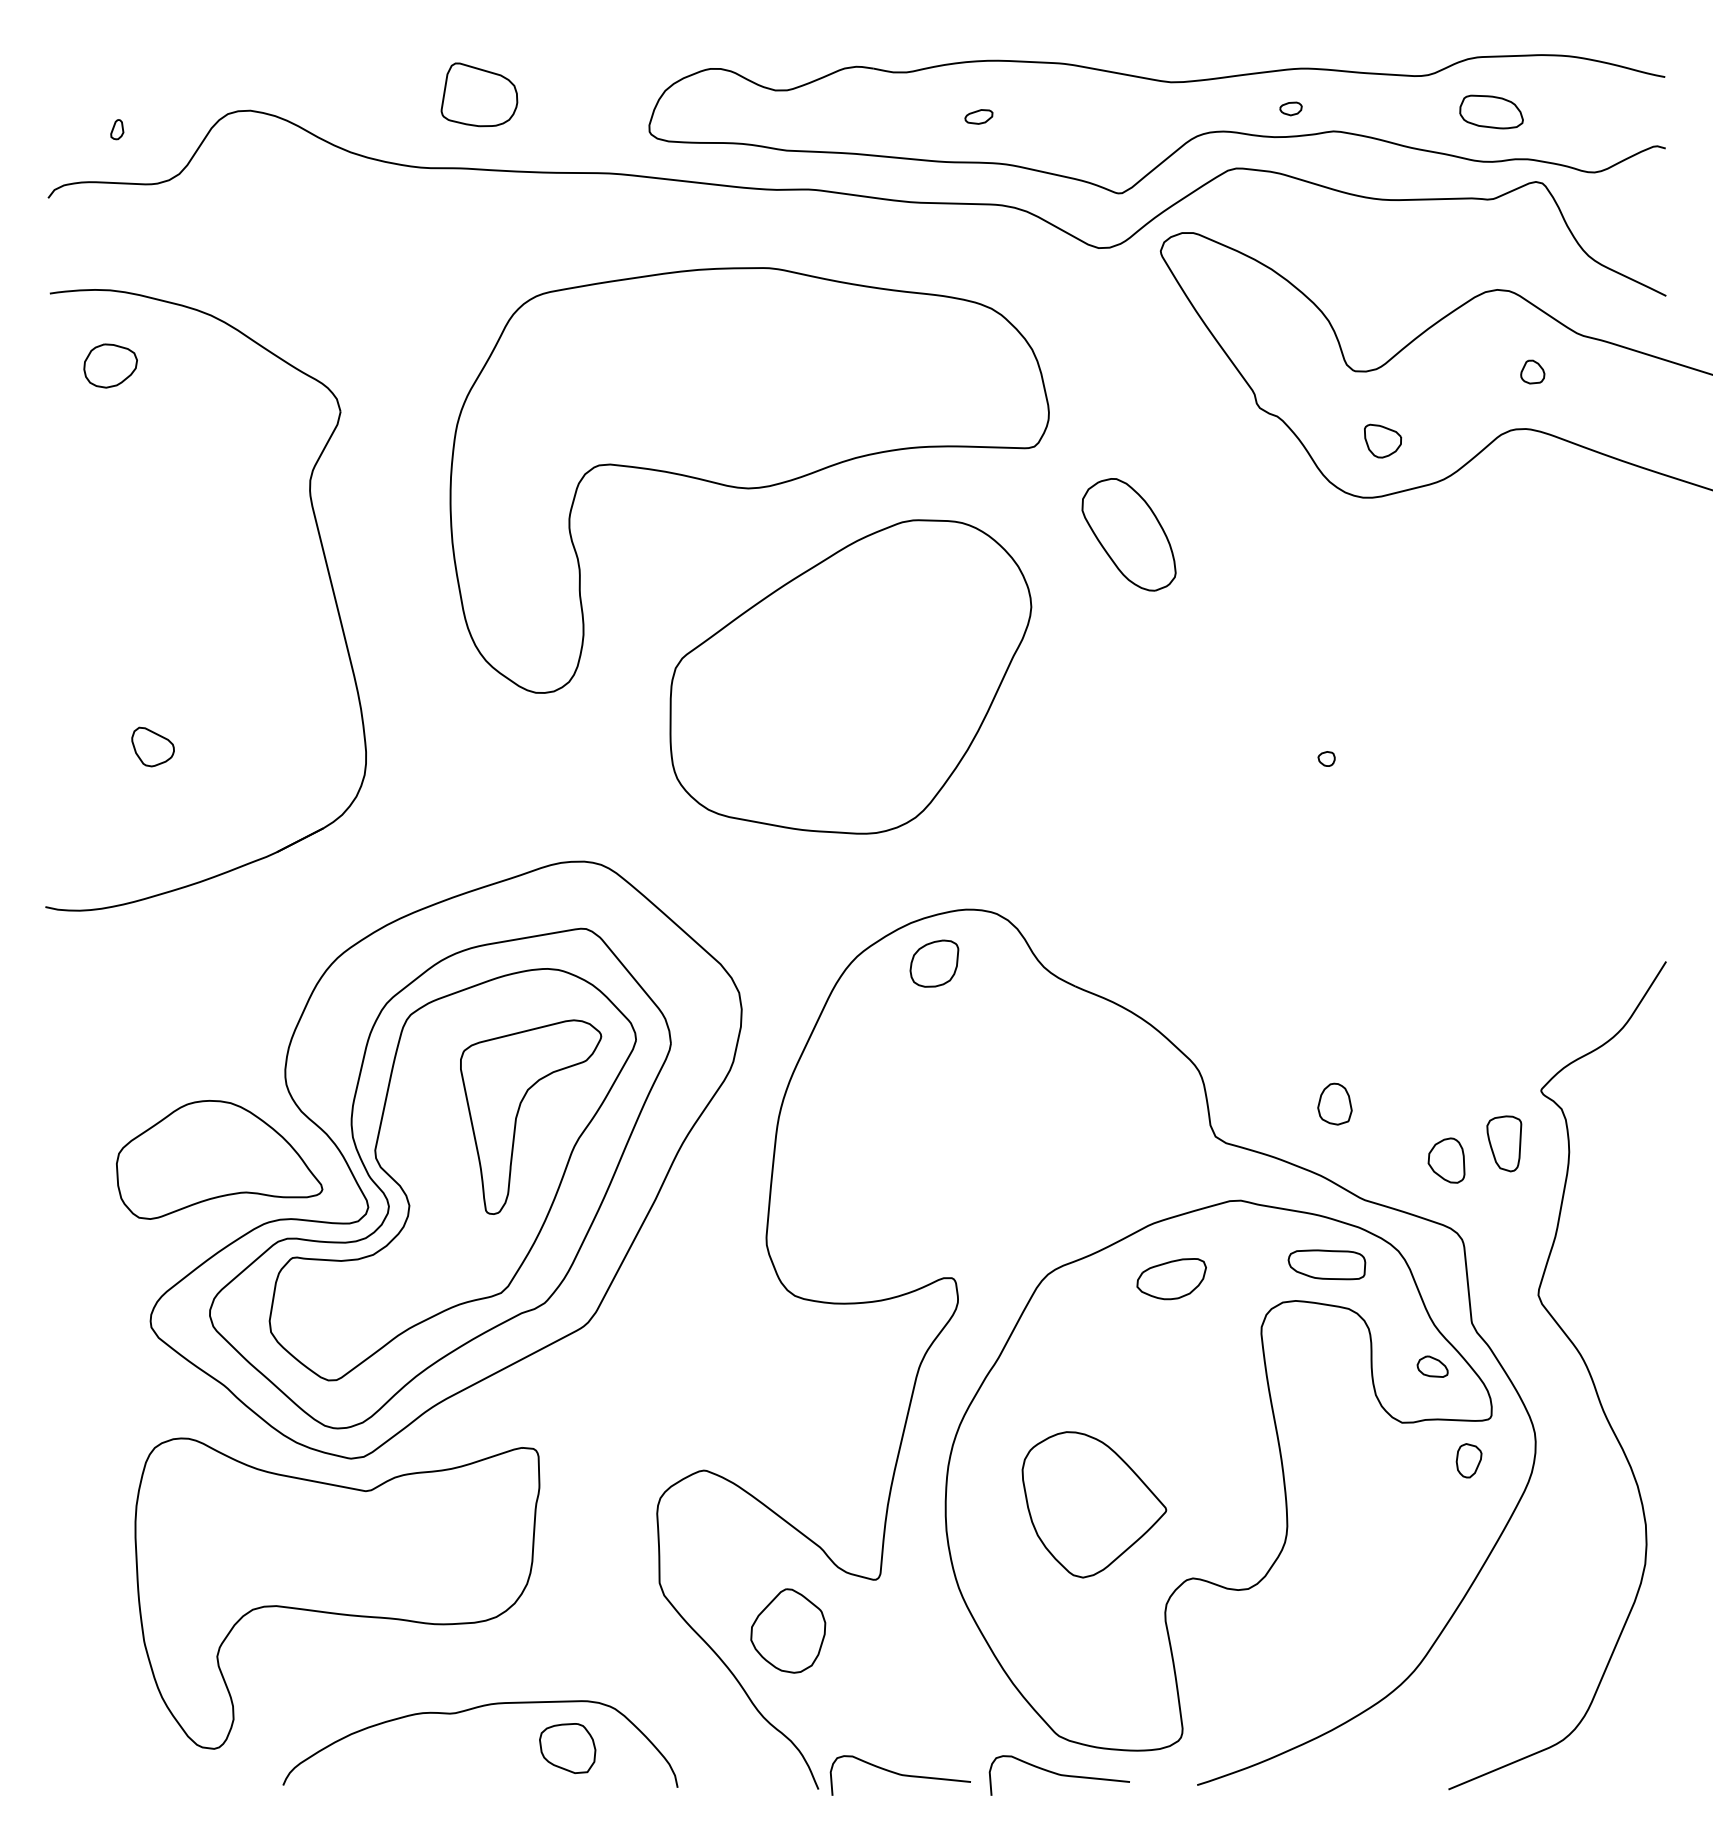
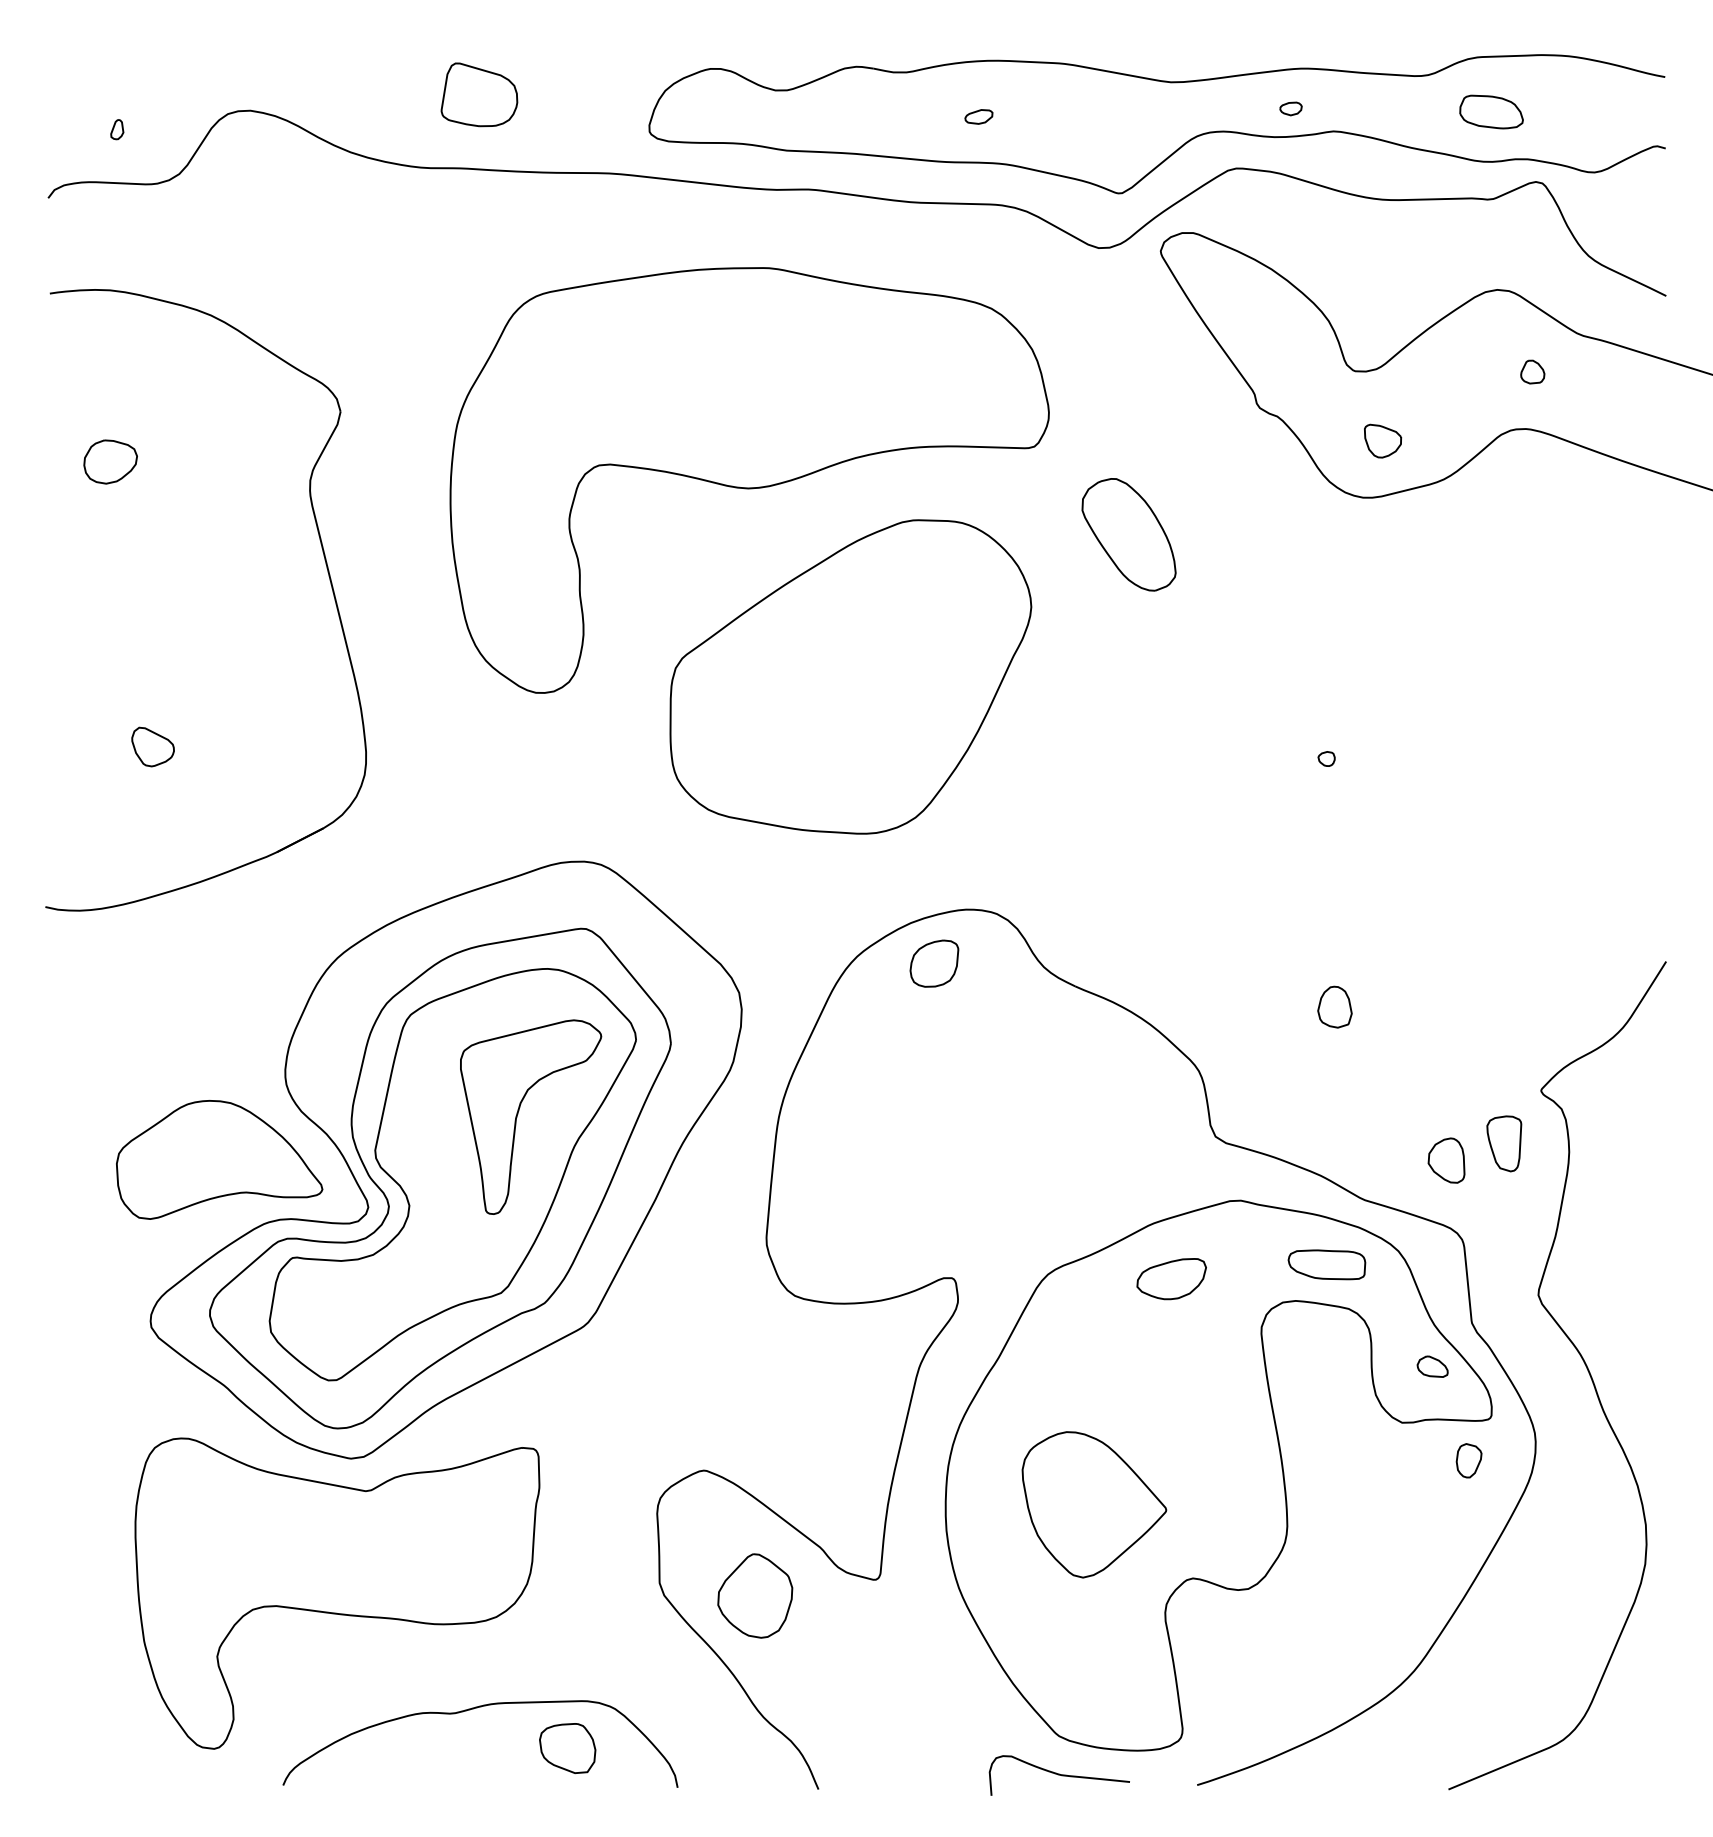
part at (110, 365) position: (110, 365) -> (110, 461)
part at (1334, 1103) position: (1334, 1103) -> (1334, 1006)
part at (788, 1630) position: (788, 1630) -> (755, 1595)
curve at (899, 1775): present -> none
